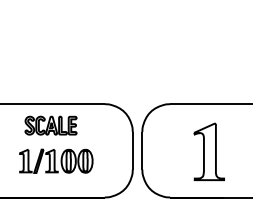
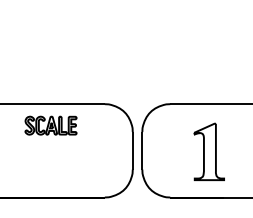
part at (56, 160): present -> none
